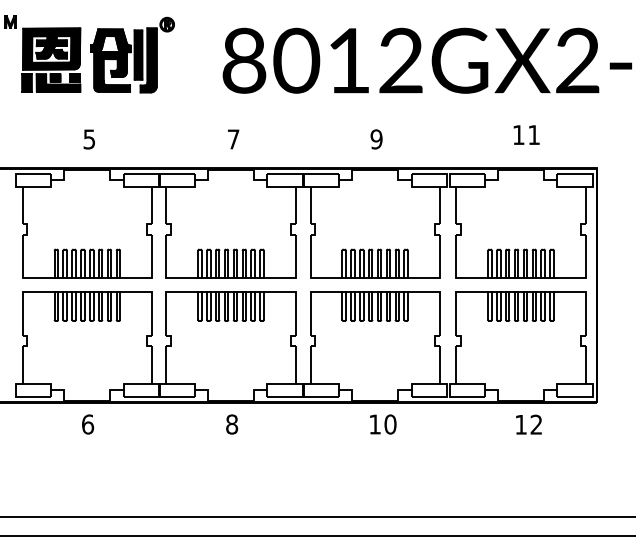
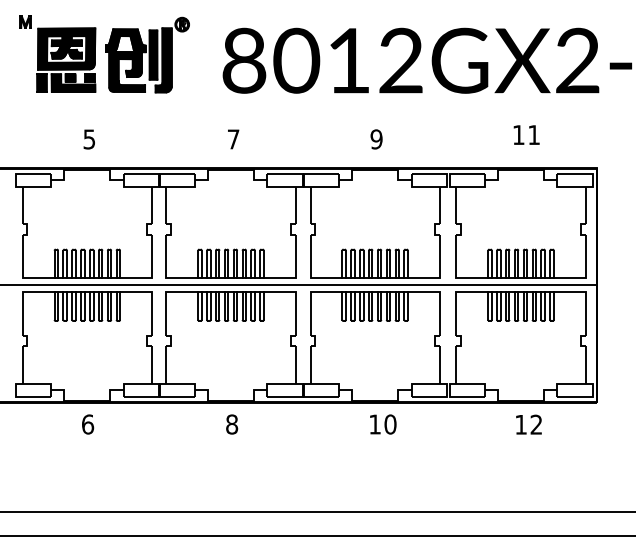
part at (89, 54) position: (89, 54) -> (104, 54)
line at (299, 285): none -> present
line at (317, 517) position: (317, 517) -> (317, 512)
